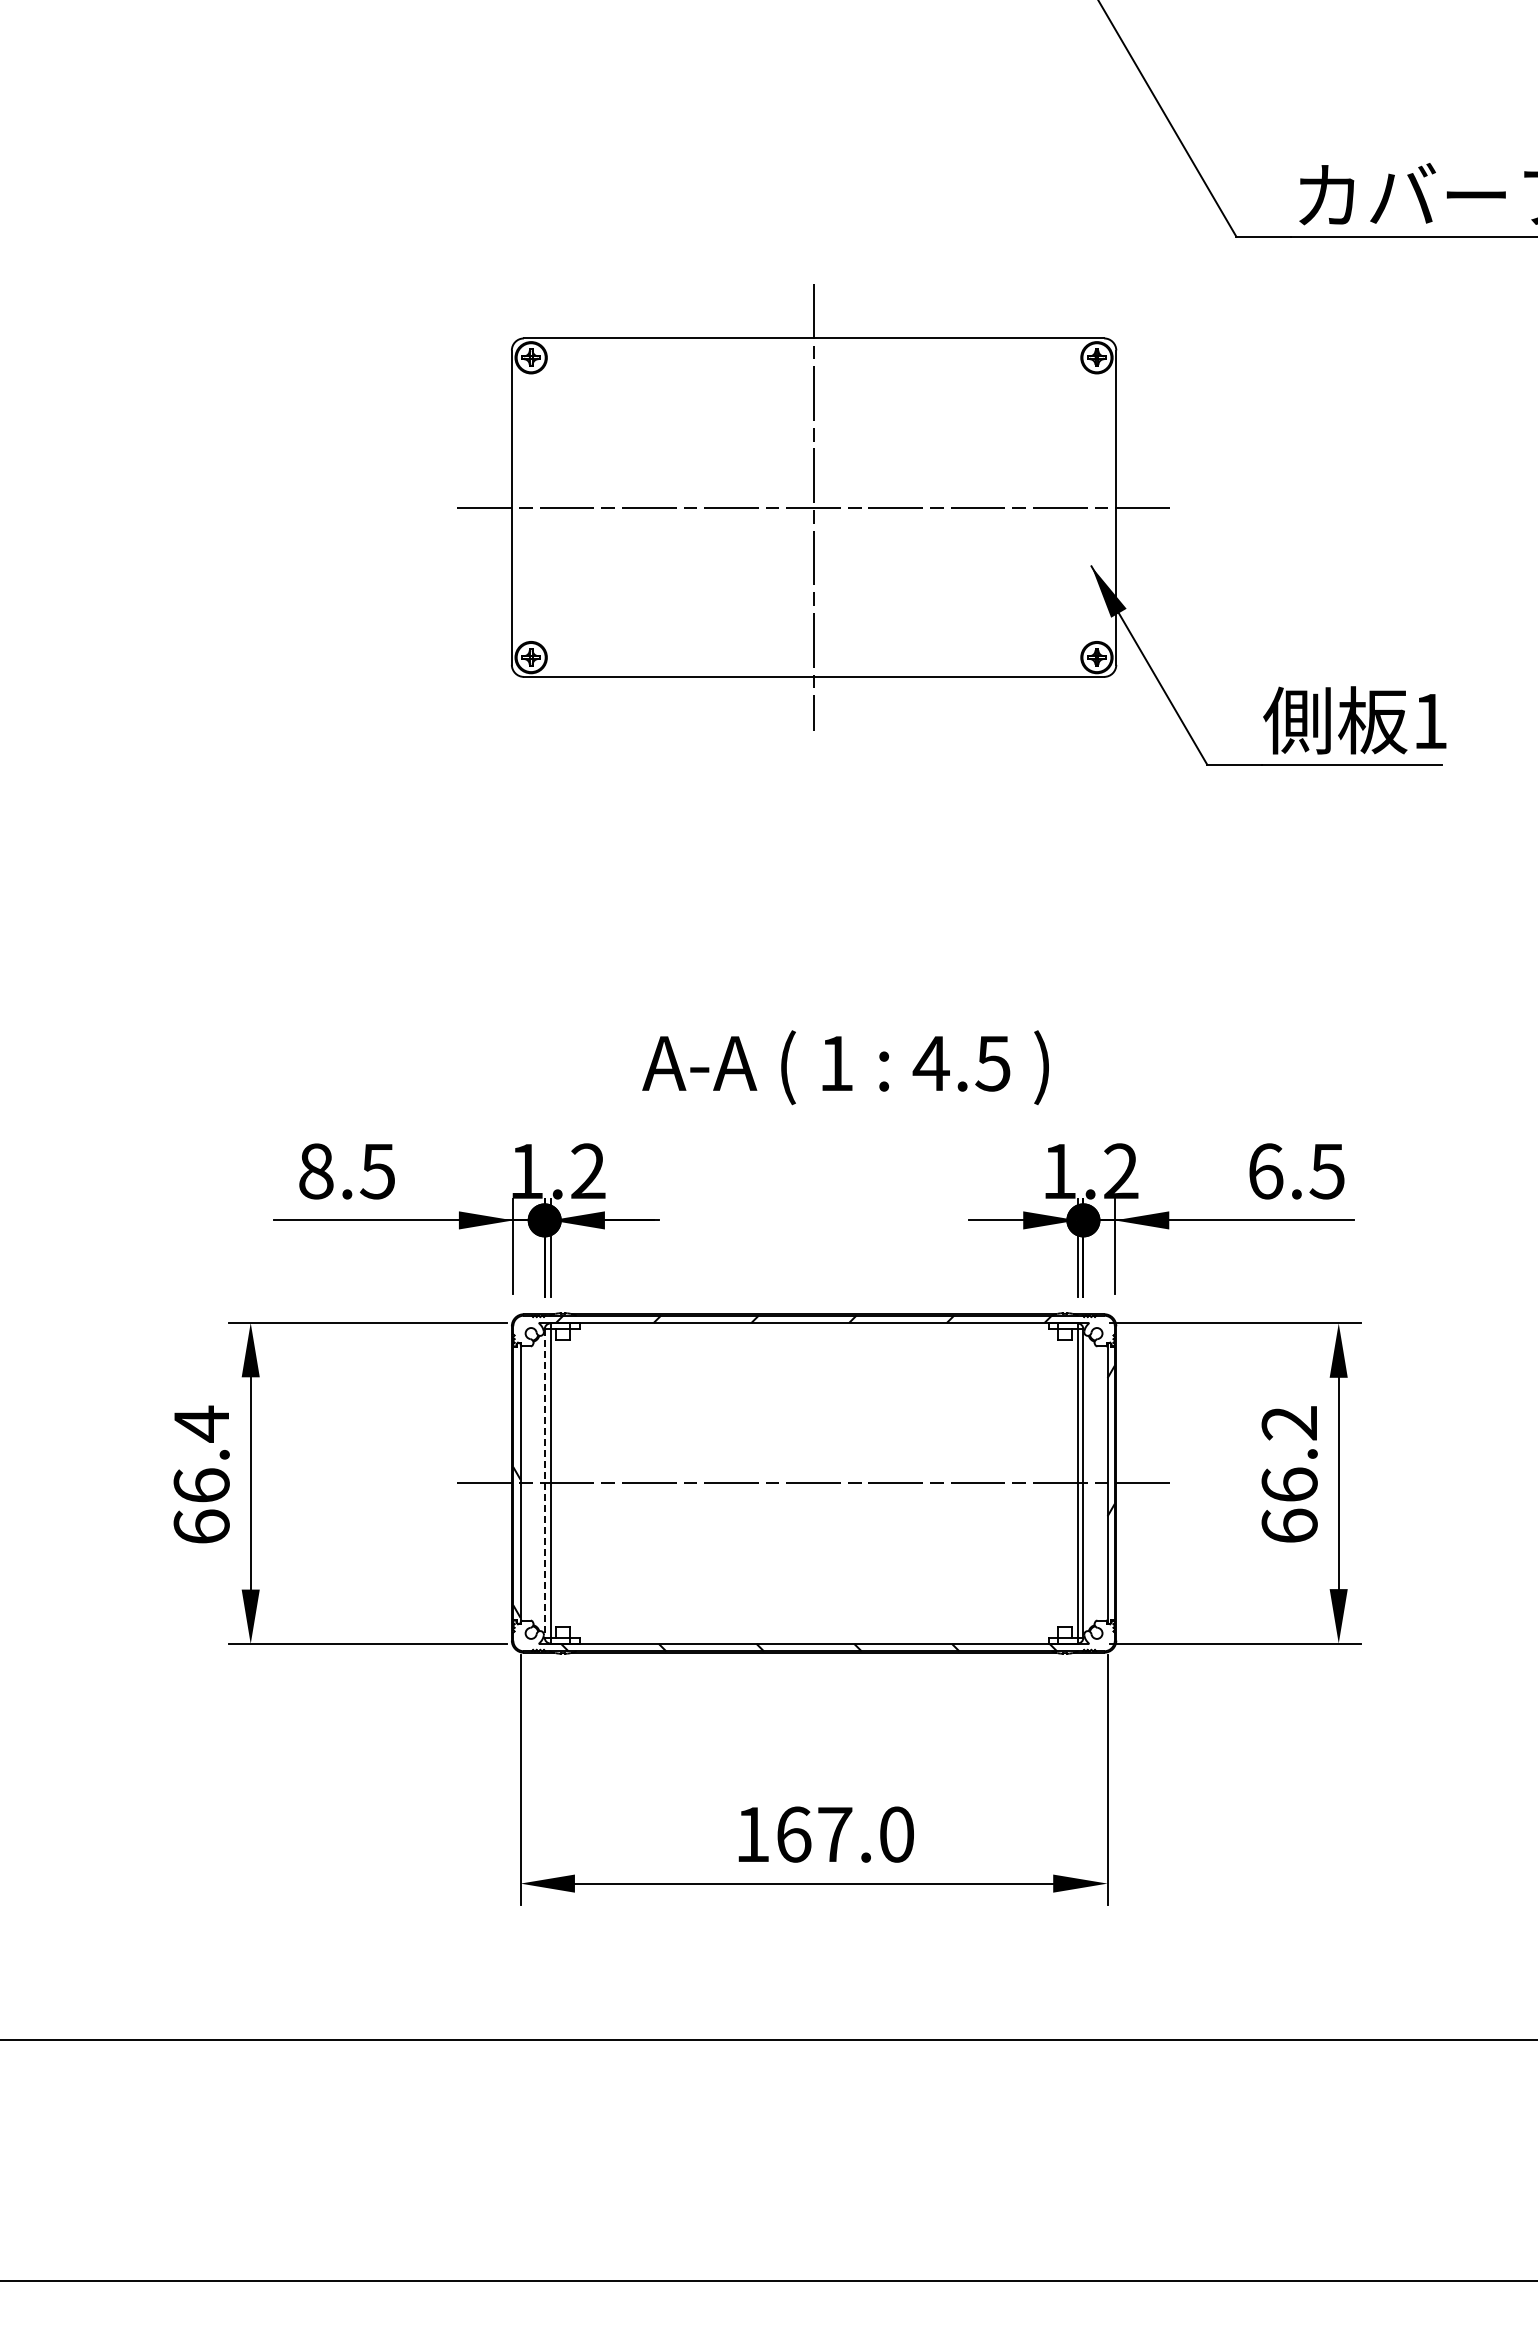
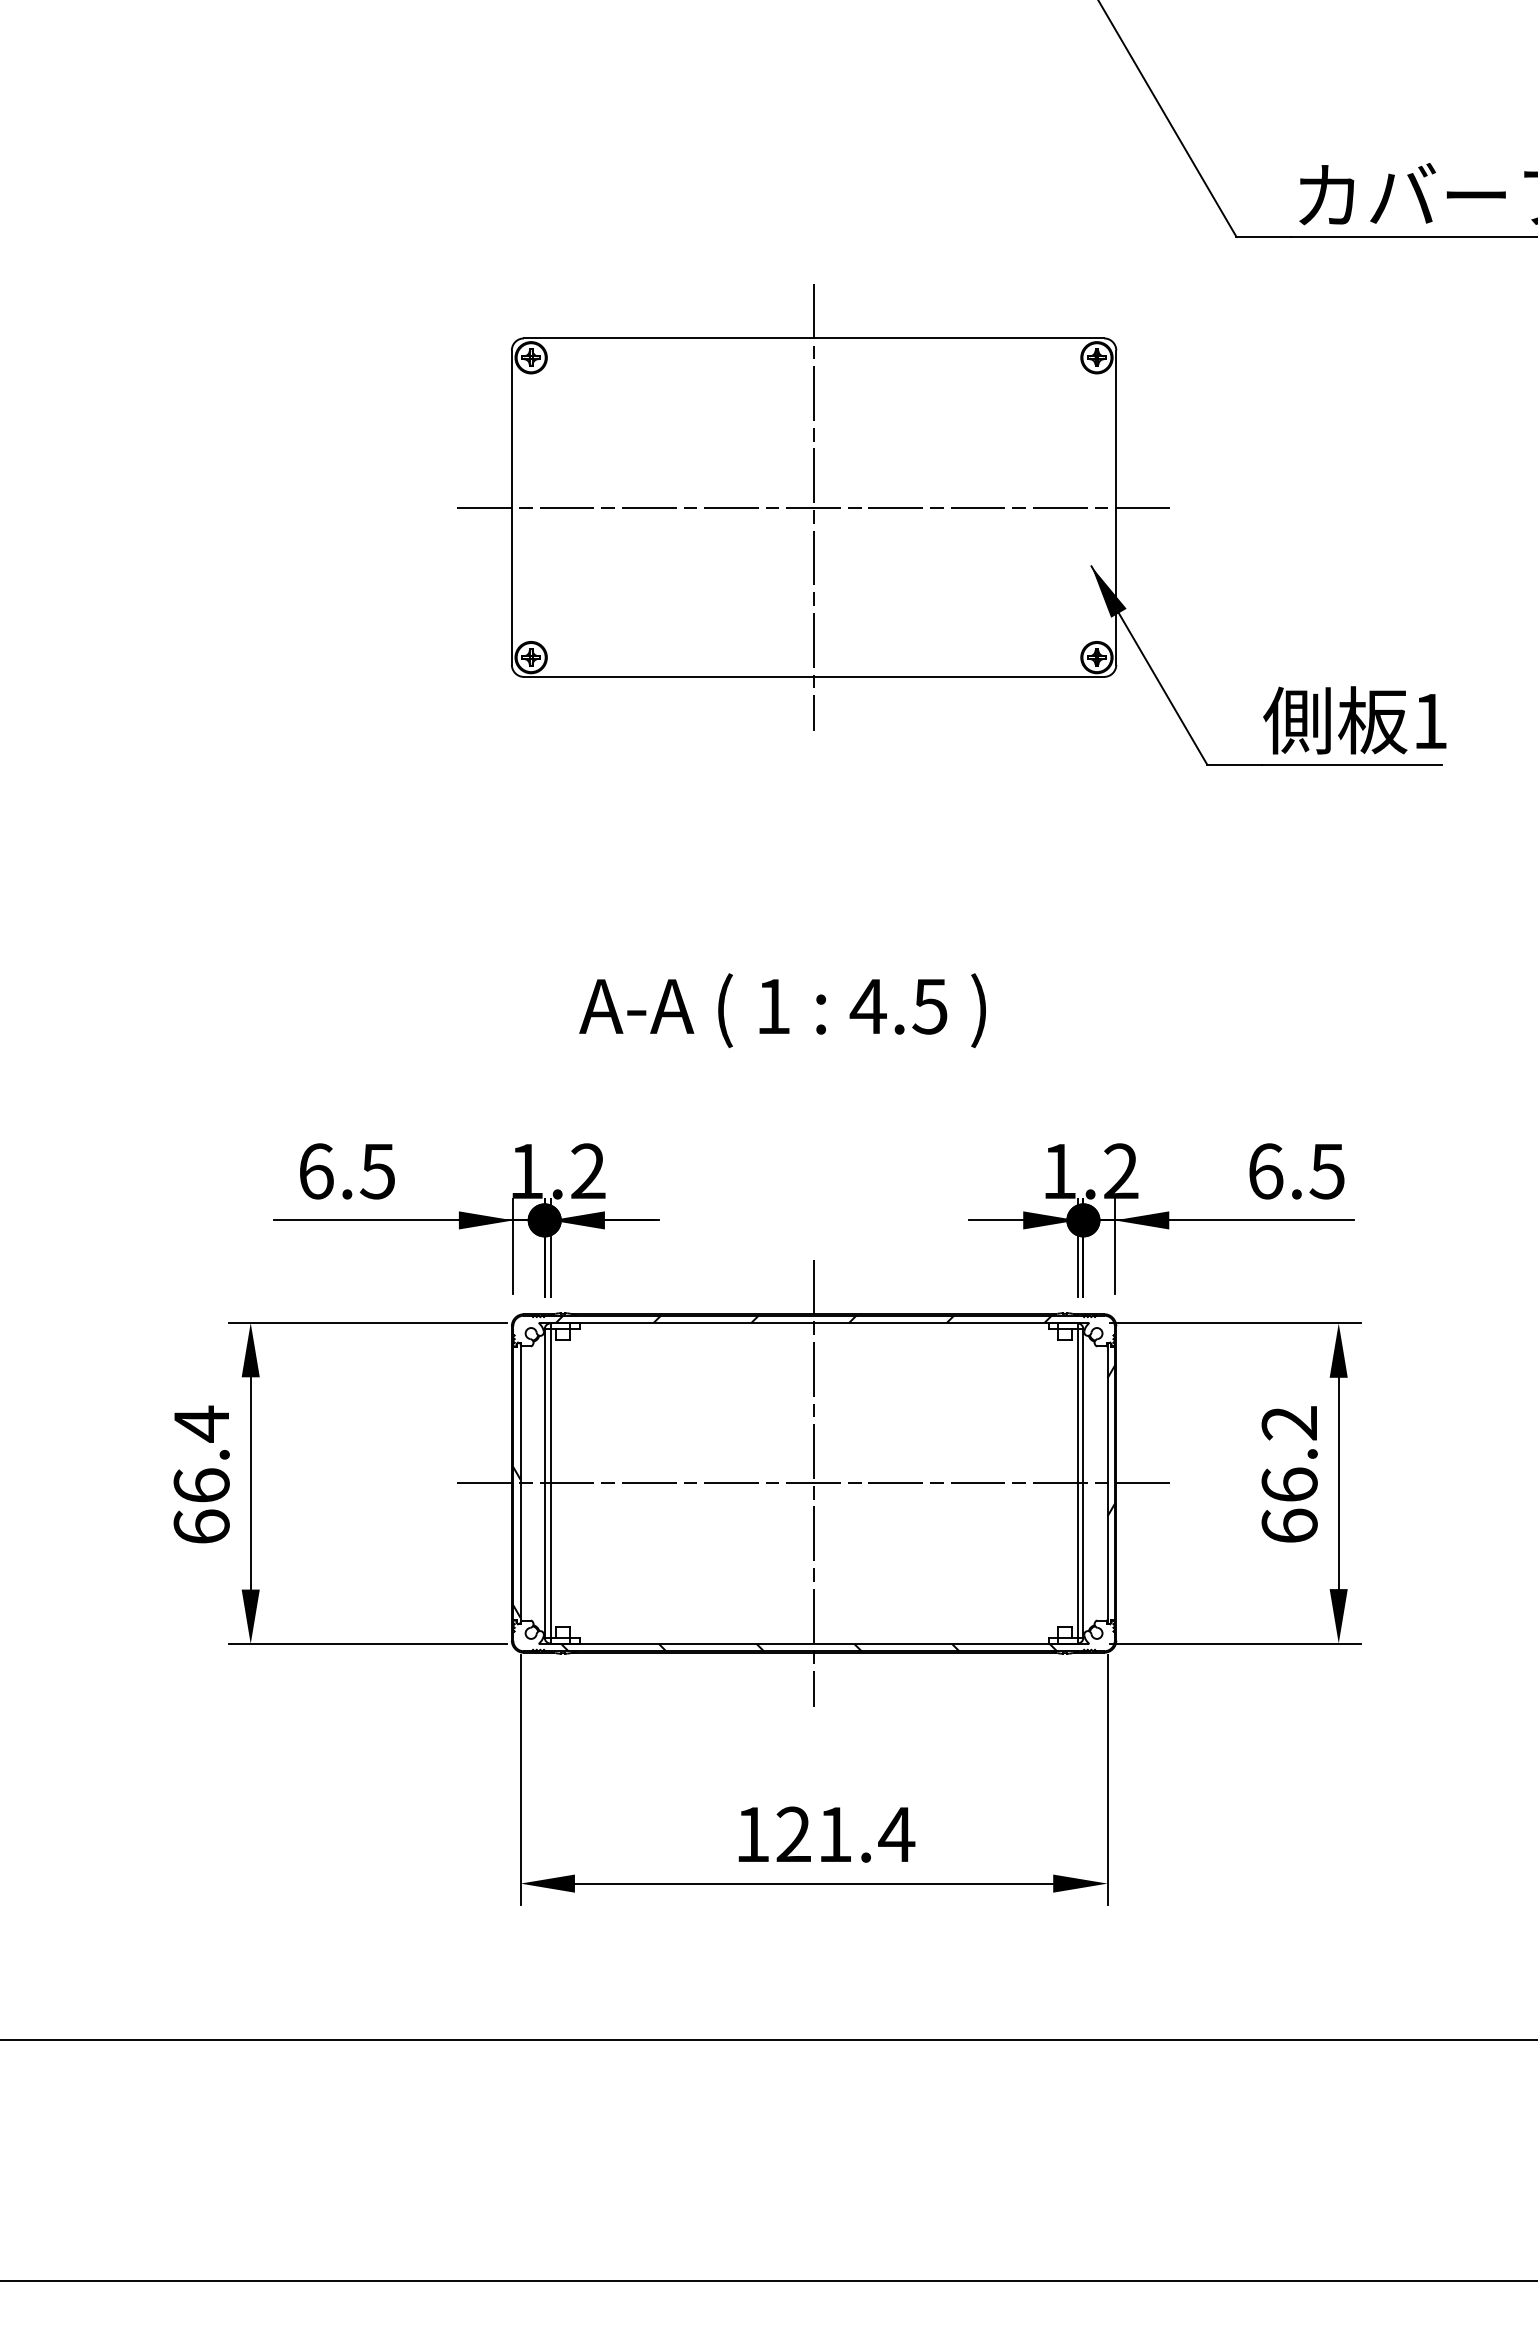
text at (845, 1067) position: (845, 1067) -> (782, 1010)
text at (316, 1171): 8.5 -> 6.5
line at (544, 1483): dashed -> solid
line at (814, 1483): none -> present
text at (845, 1834): 167.0 -> 121.4
